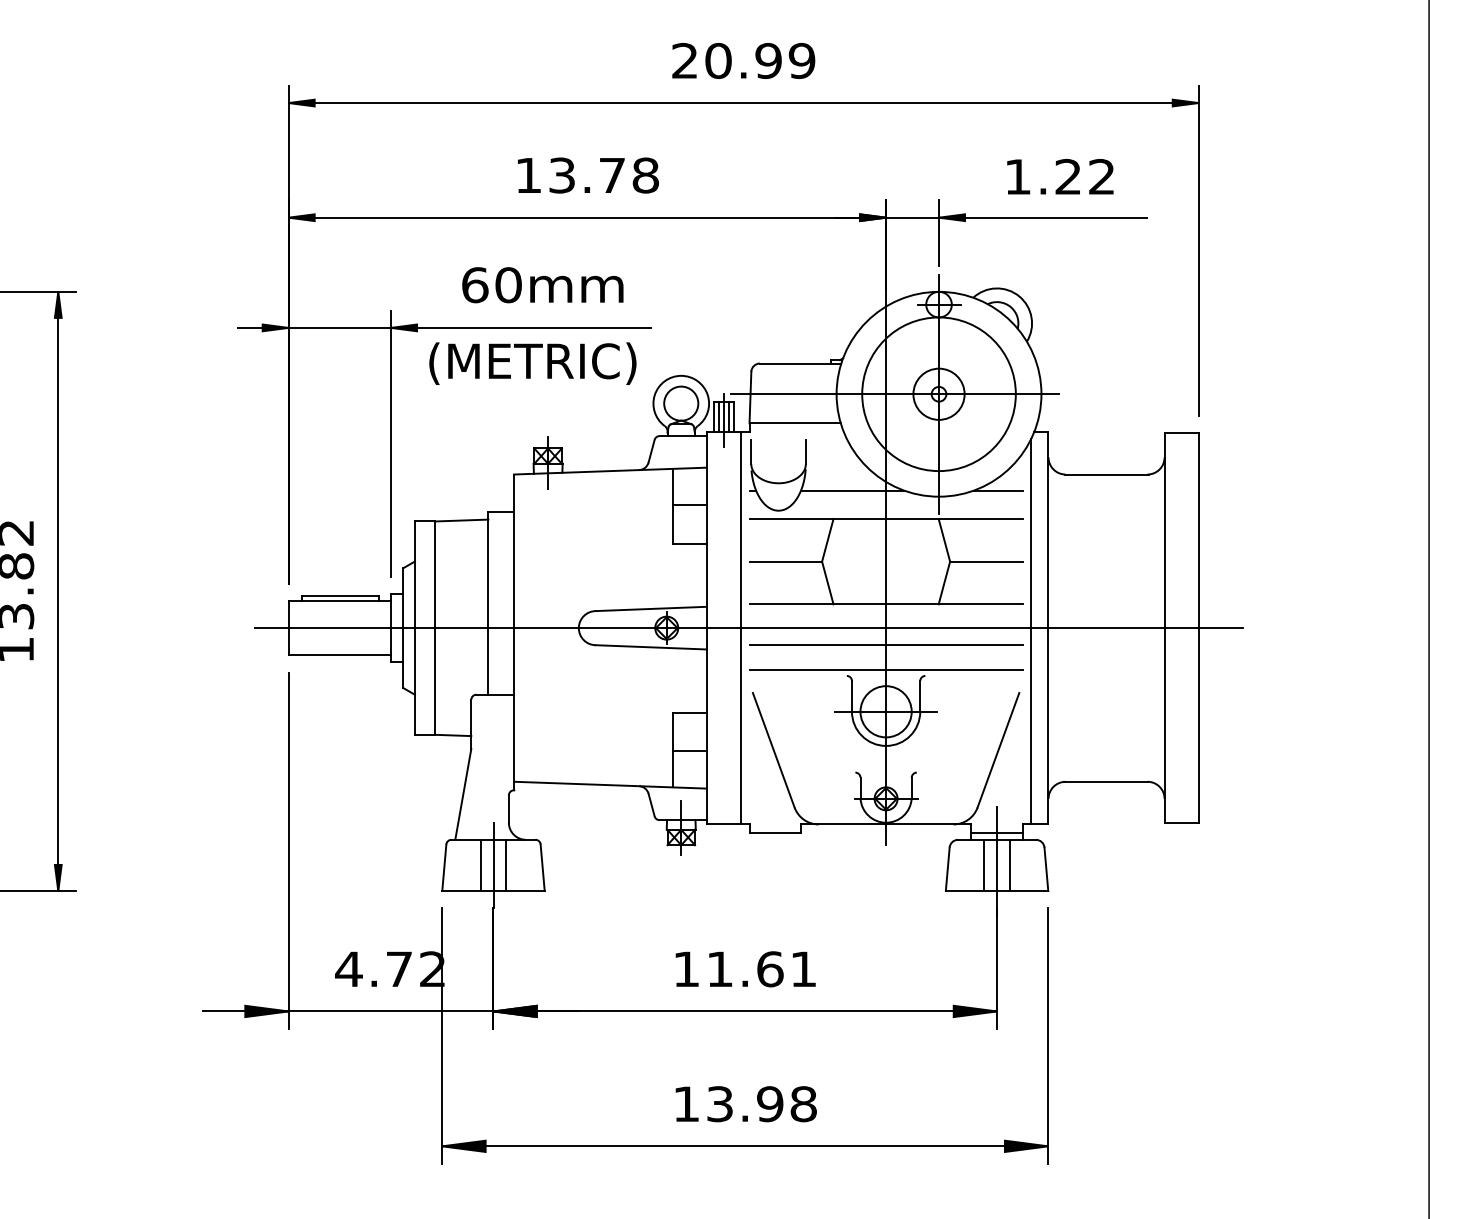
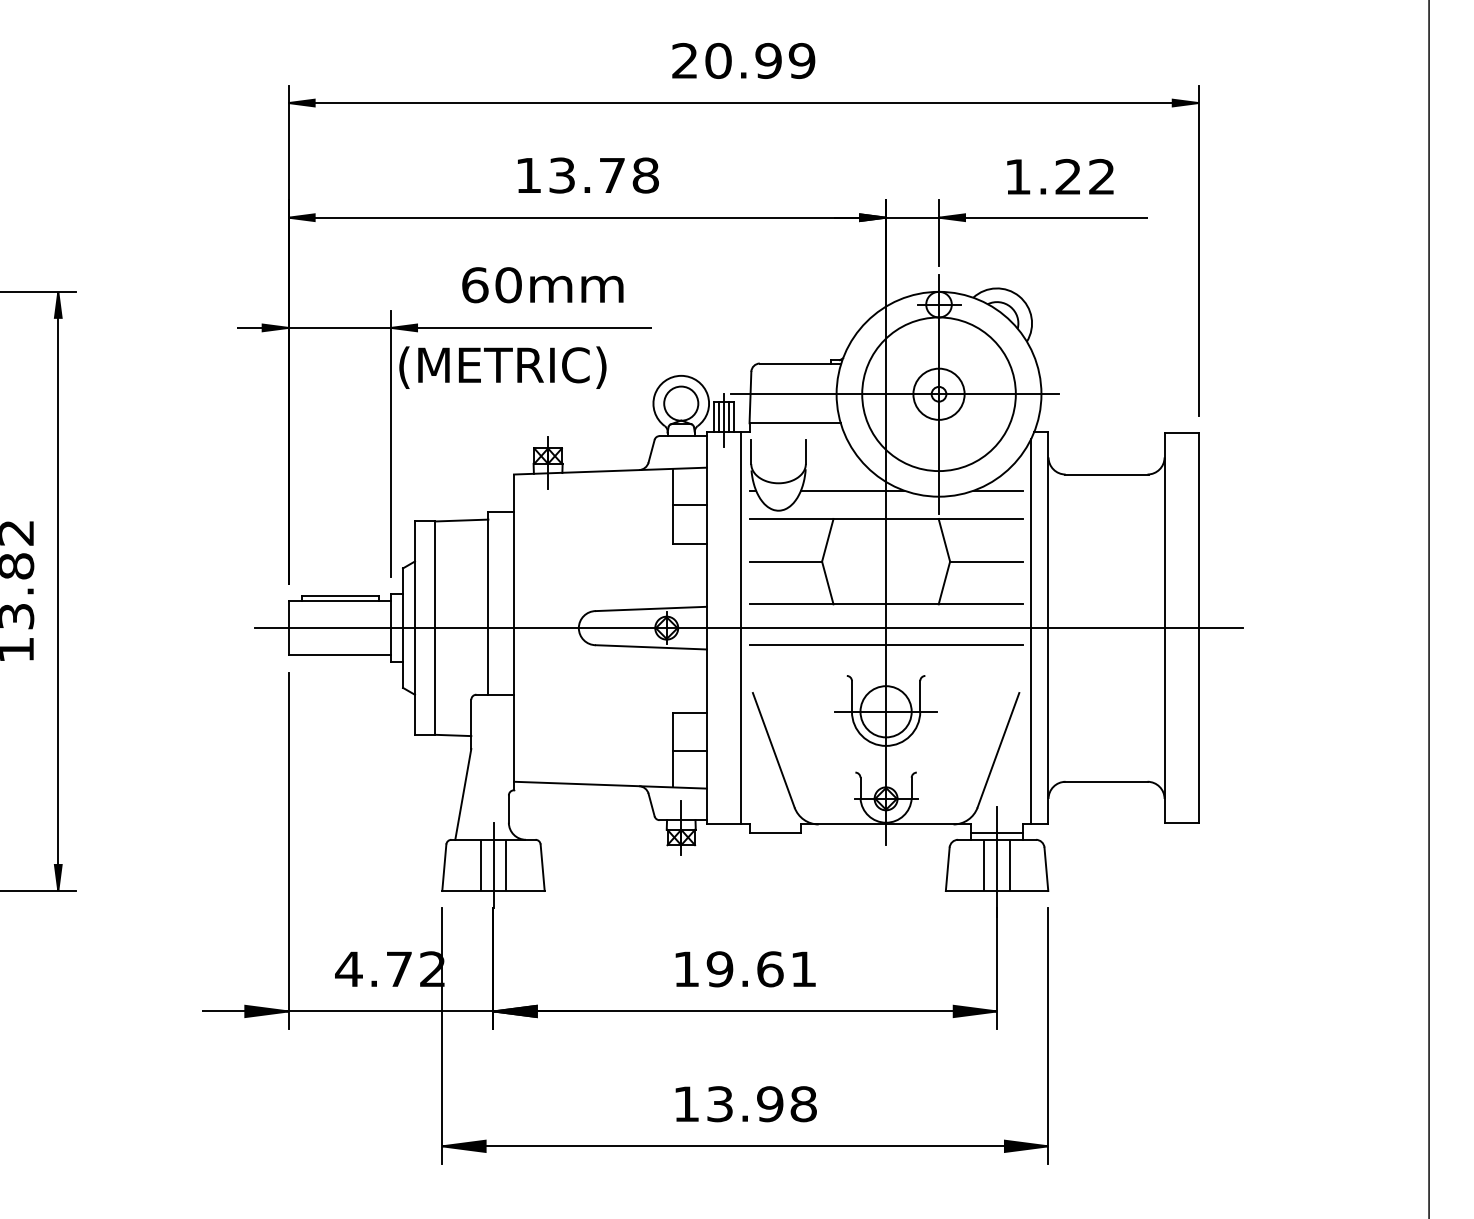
text at (532, 363) position: (532, 363) -> (502, 367)
line at (885, 670): present -> none
text at (719, 969): 11.61 -> 19.61
